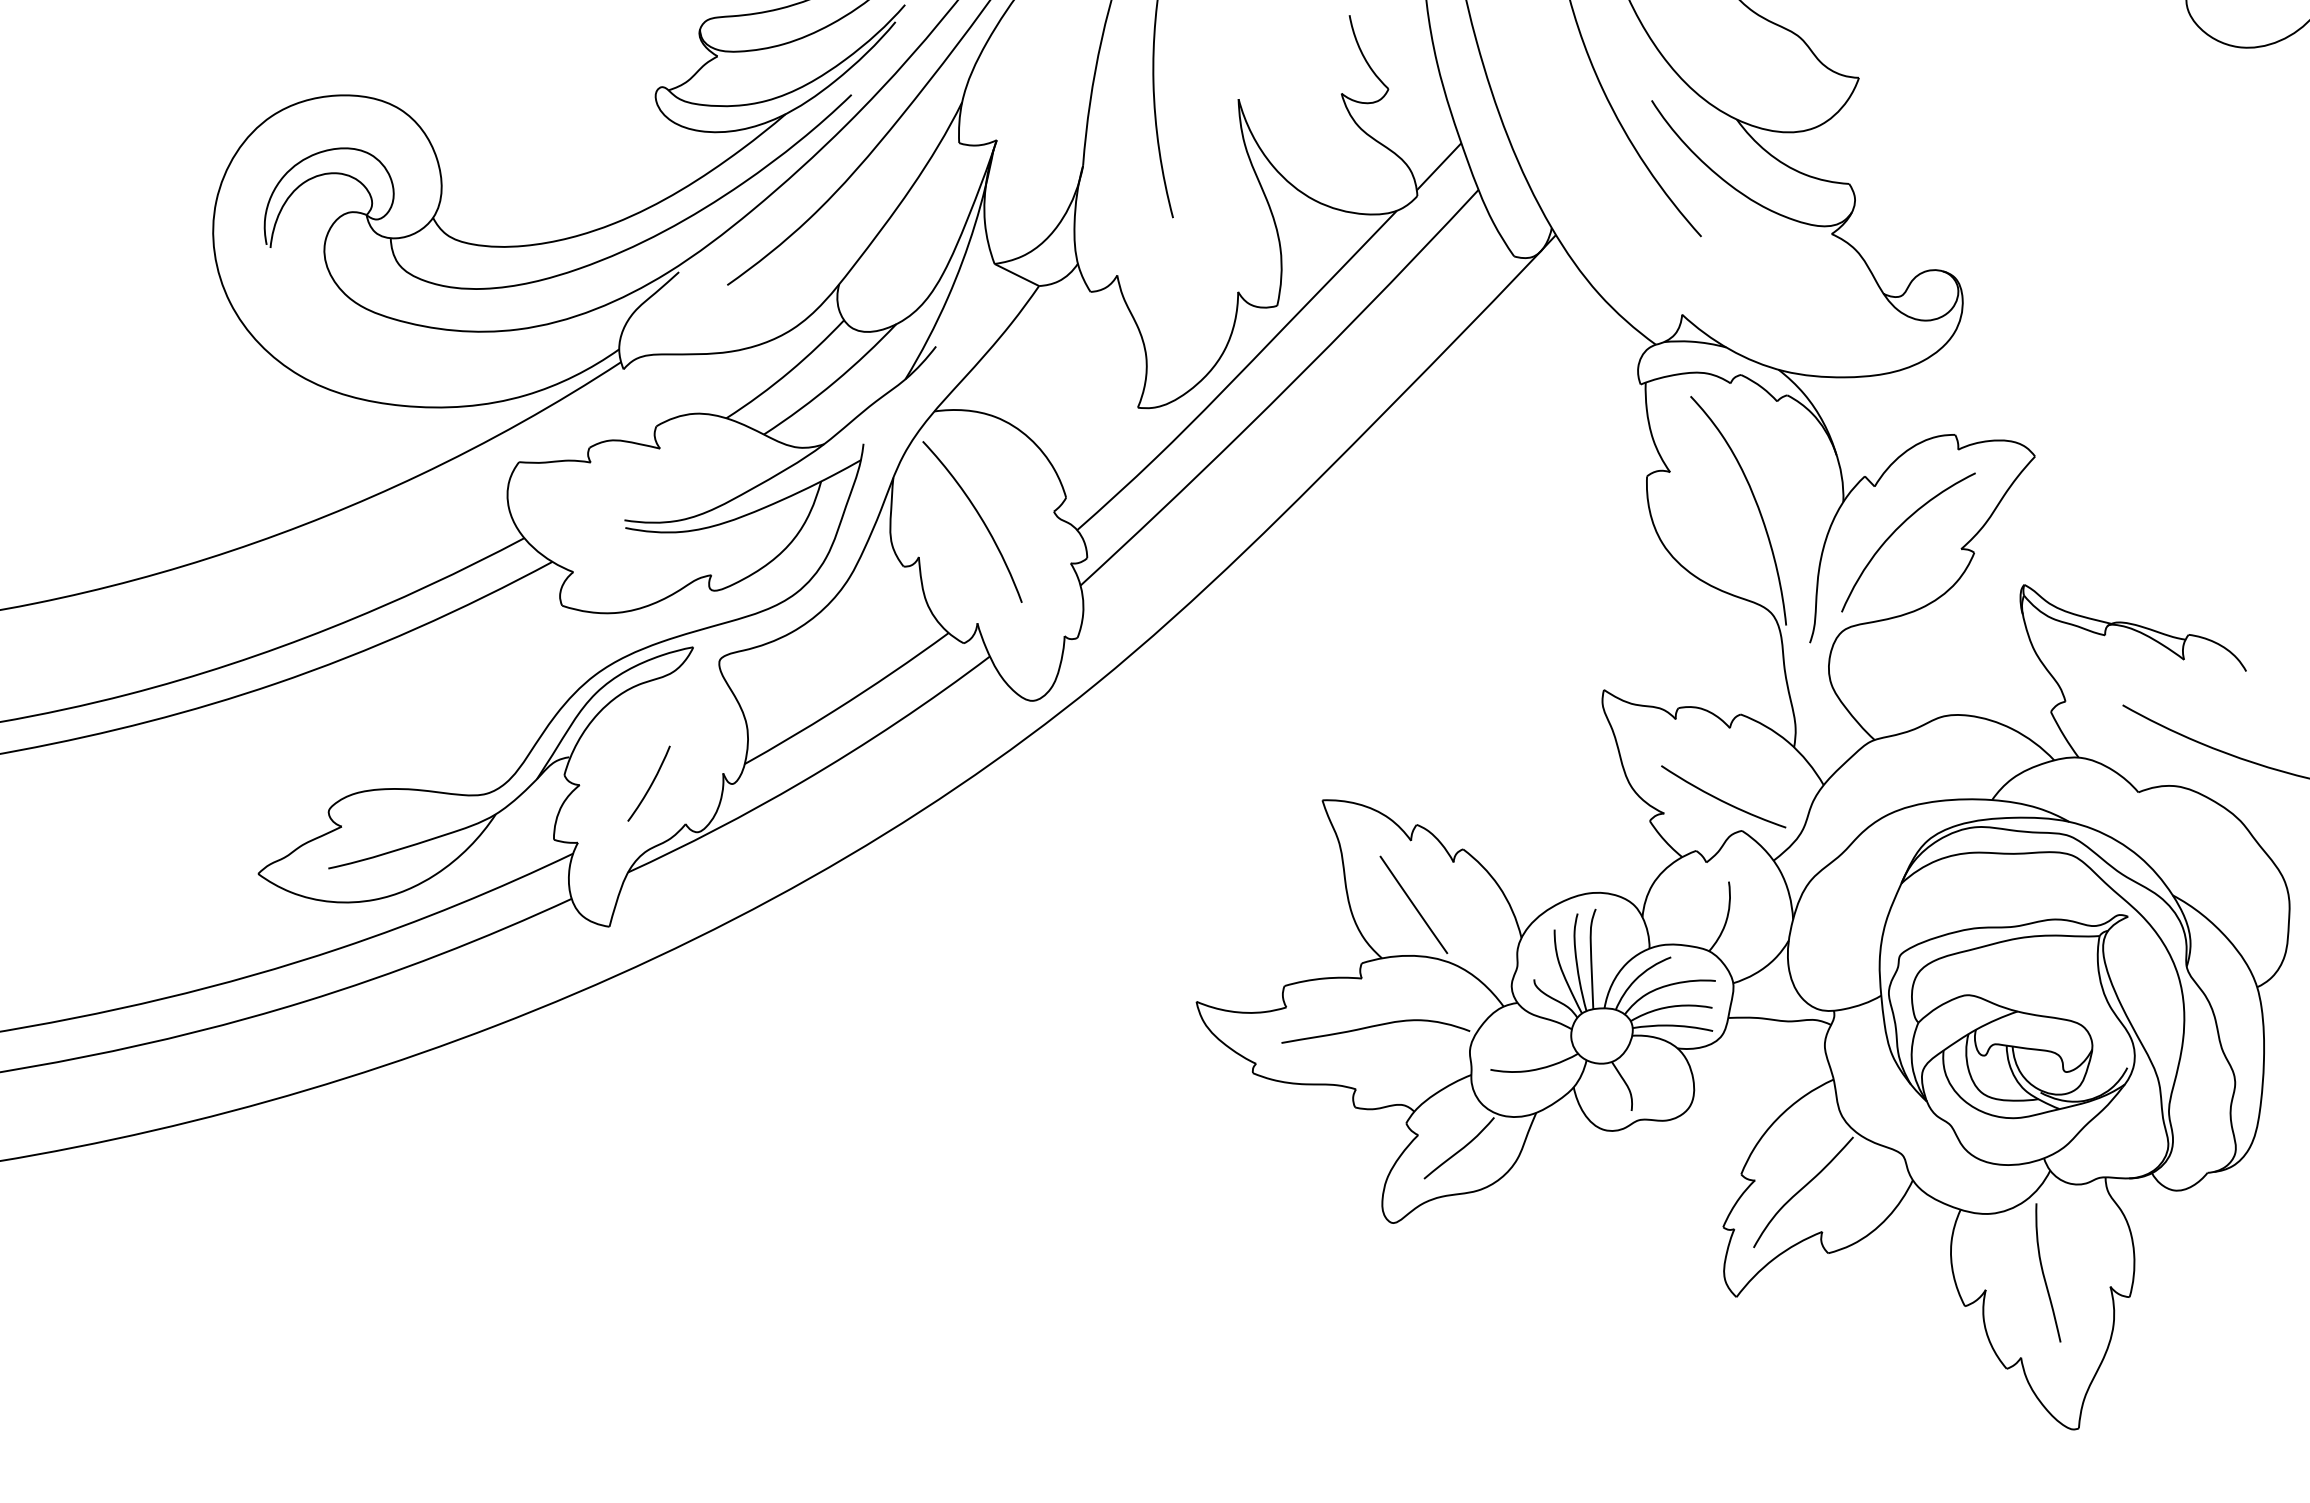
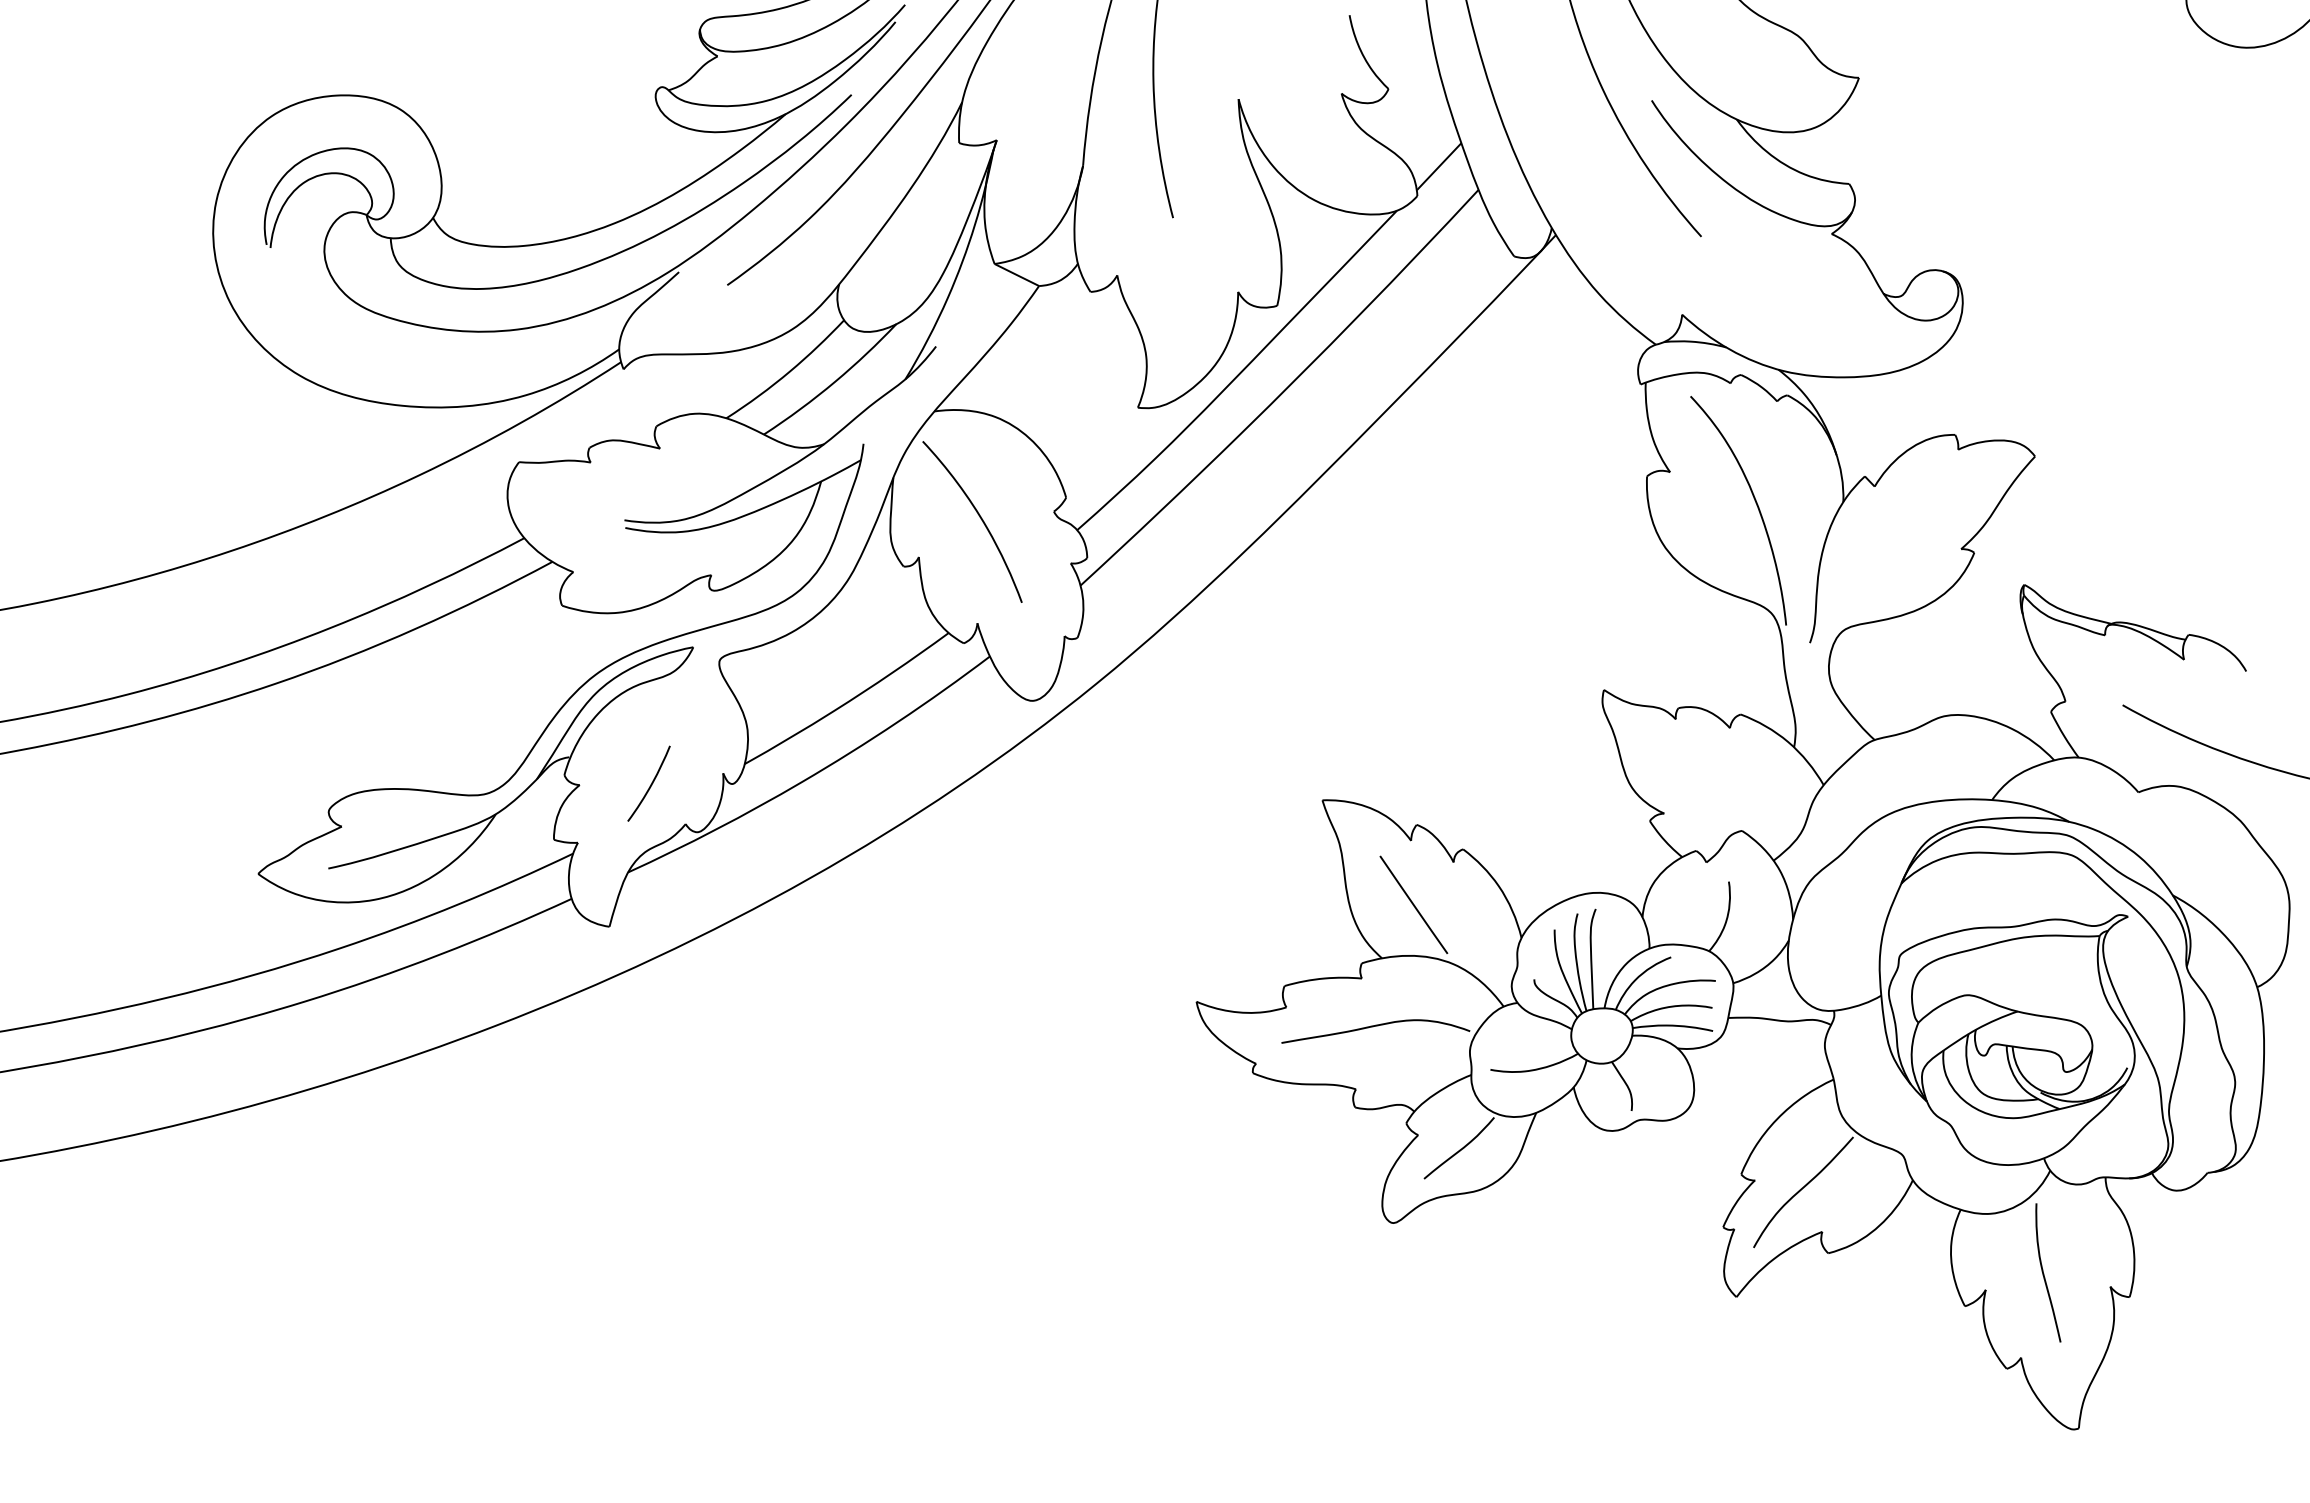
curve at (1894, 533): present -> none
curve at (1721, 799): present -> none
